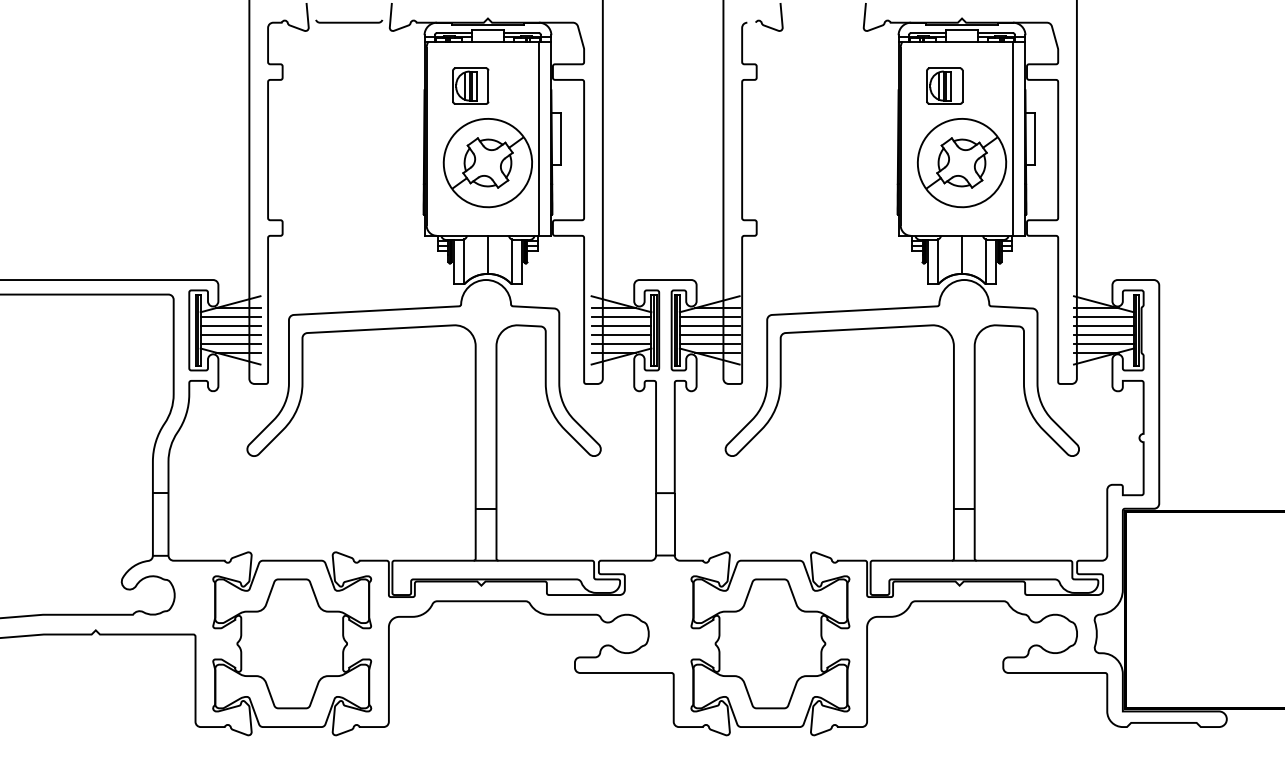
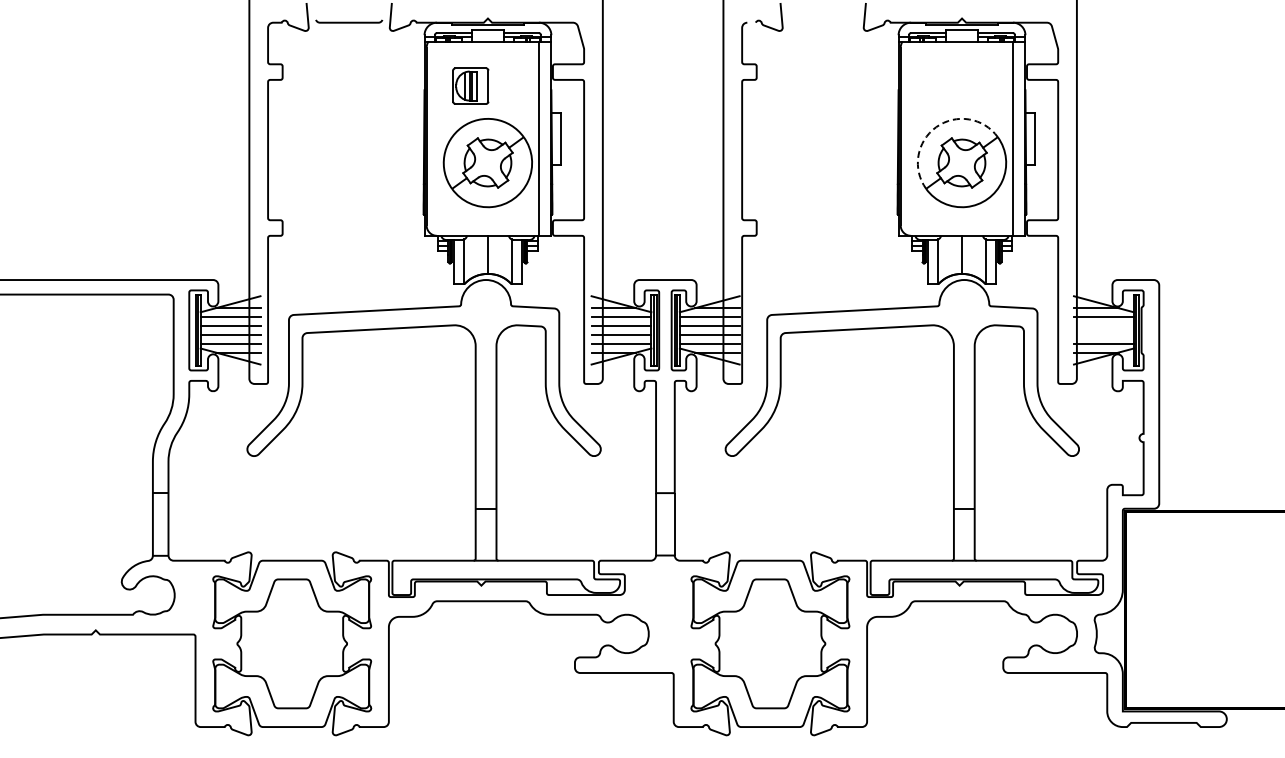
part at (944, 85): present -> none
arc at (936, 127): solid -> dashed
line at (1103, 325): present -> none
line at (1103, 335): present -> none
